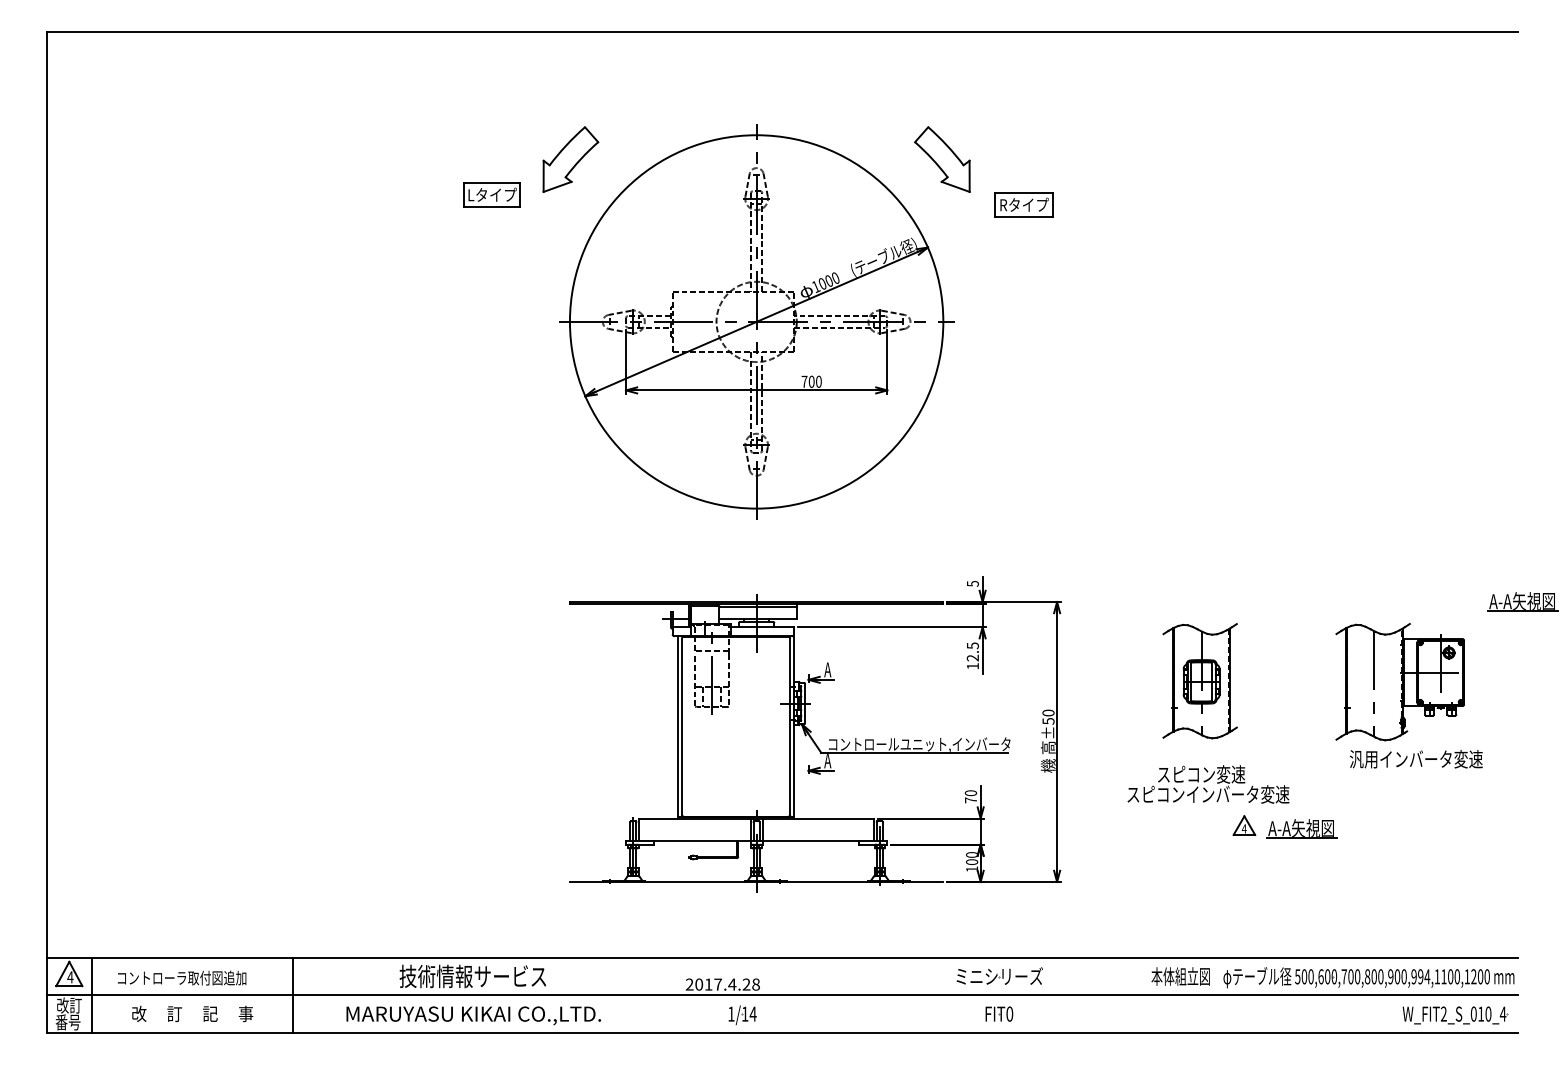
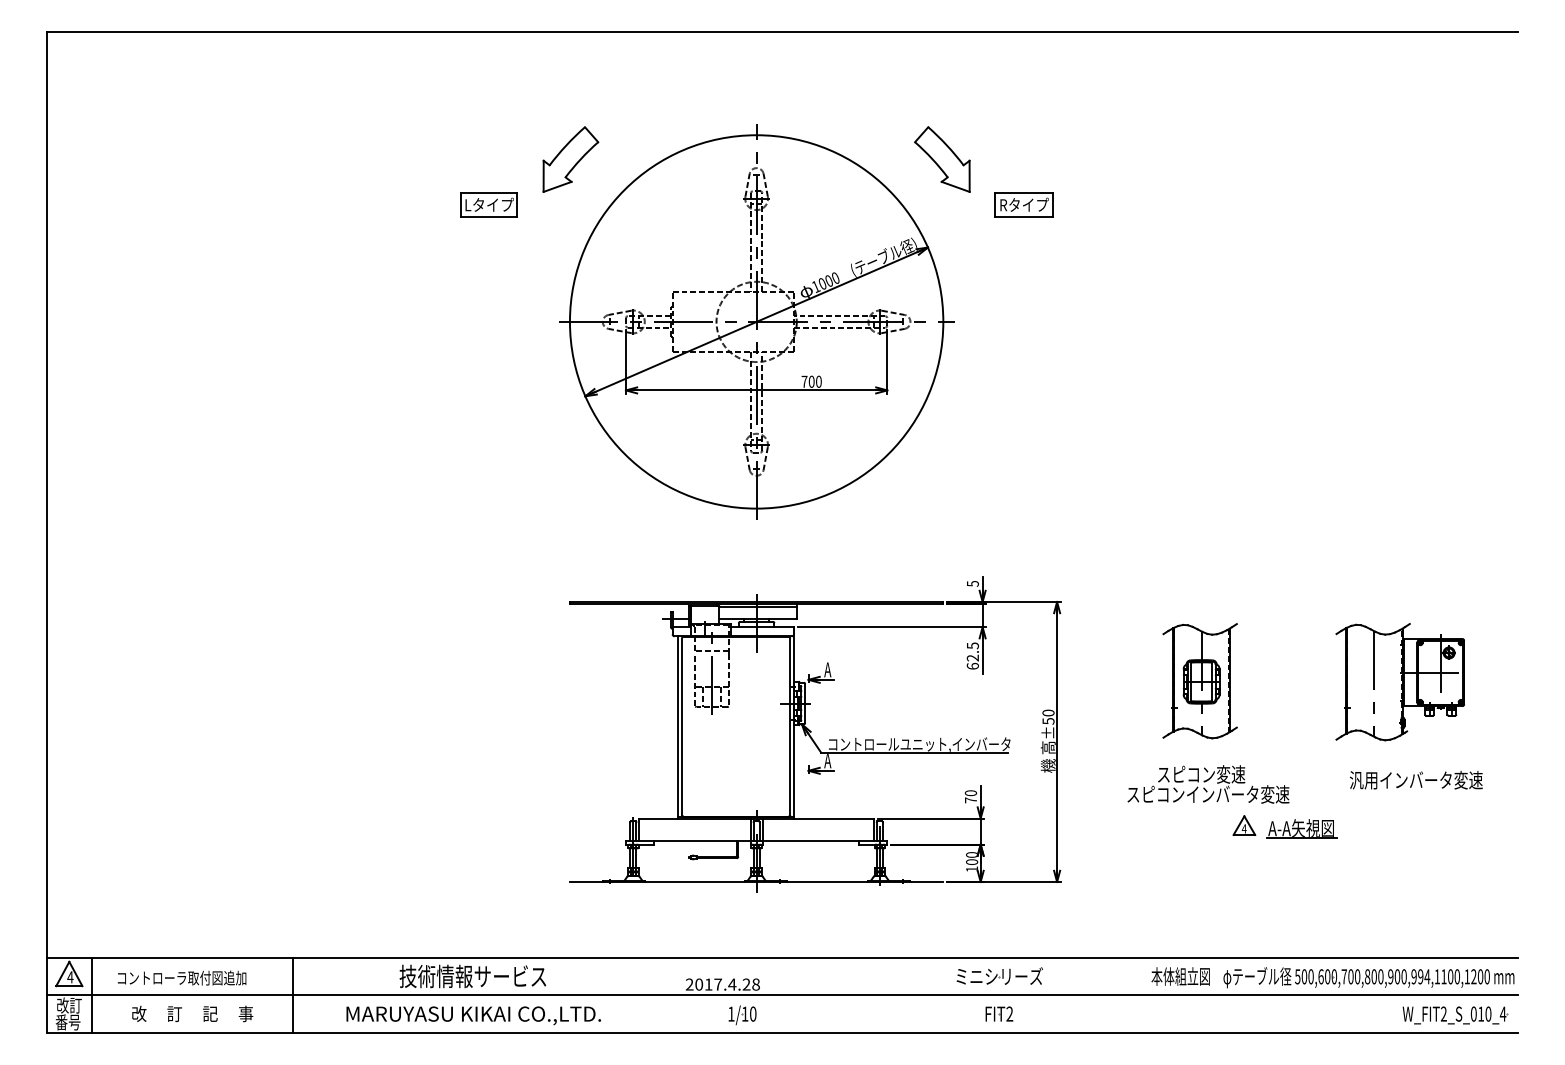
part at (491, 194) position: (491, 194) -> (488, 204)
part at (1522, 601): present -> none
text at (972, 665): 12.5 -> 62.5
text at (1416, 759) position: (1416, 759) -> (1416, 780)
text at (752, 1013): 1/14 -> 1/10
text at (1009, 1013): FIT0 -> FIT2
